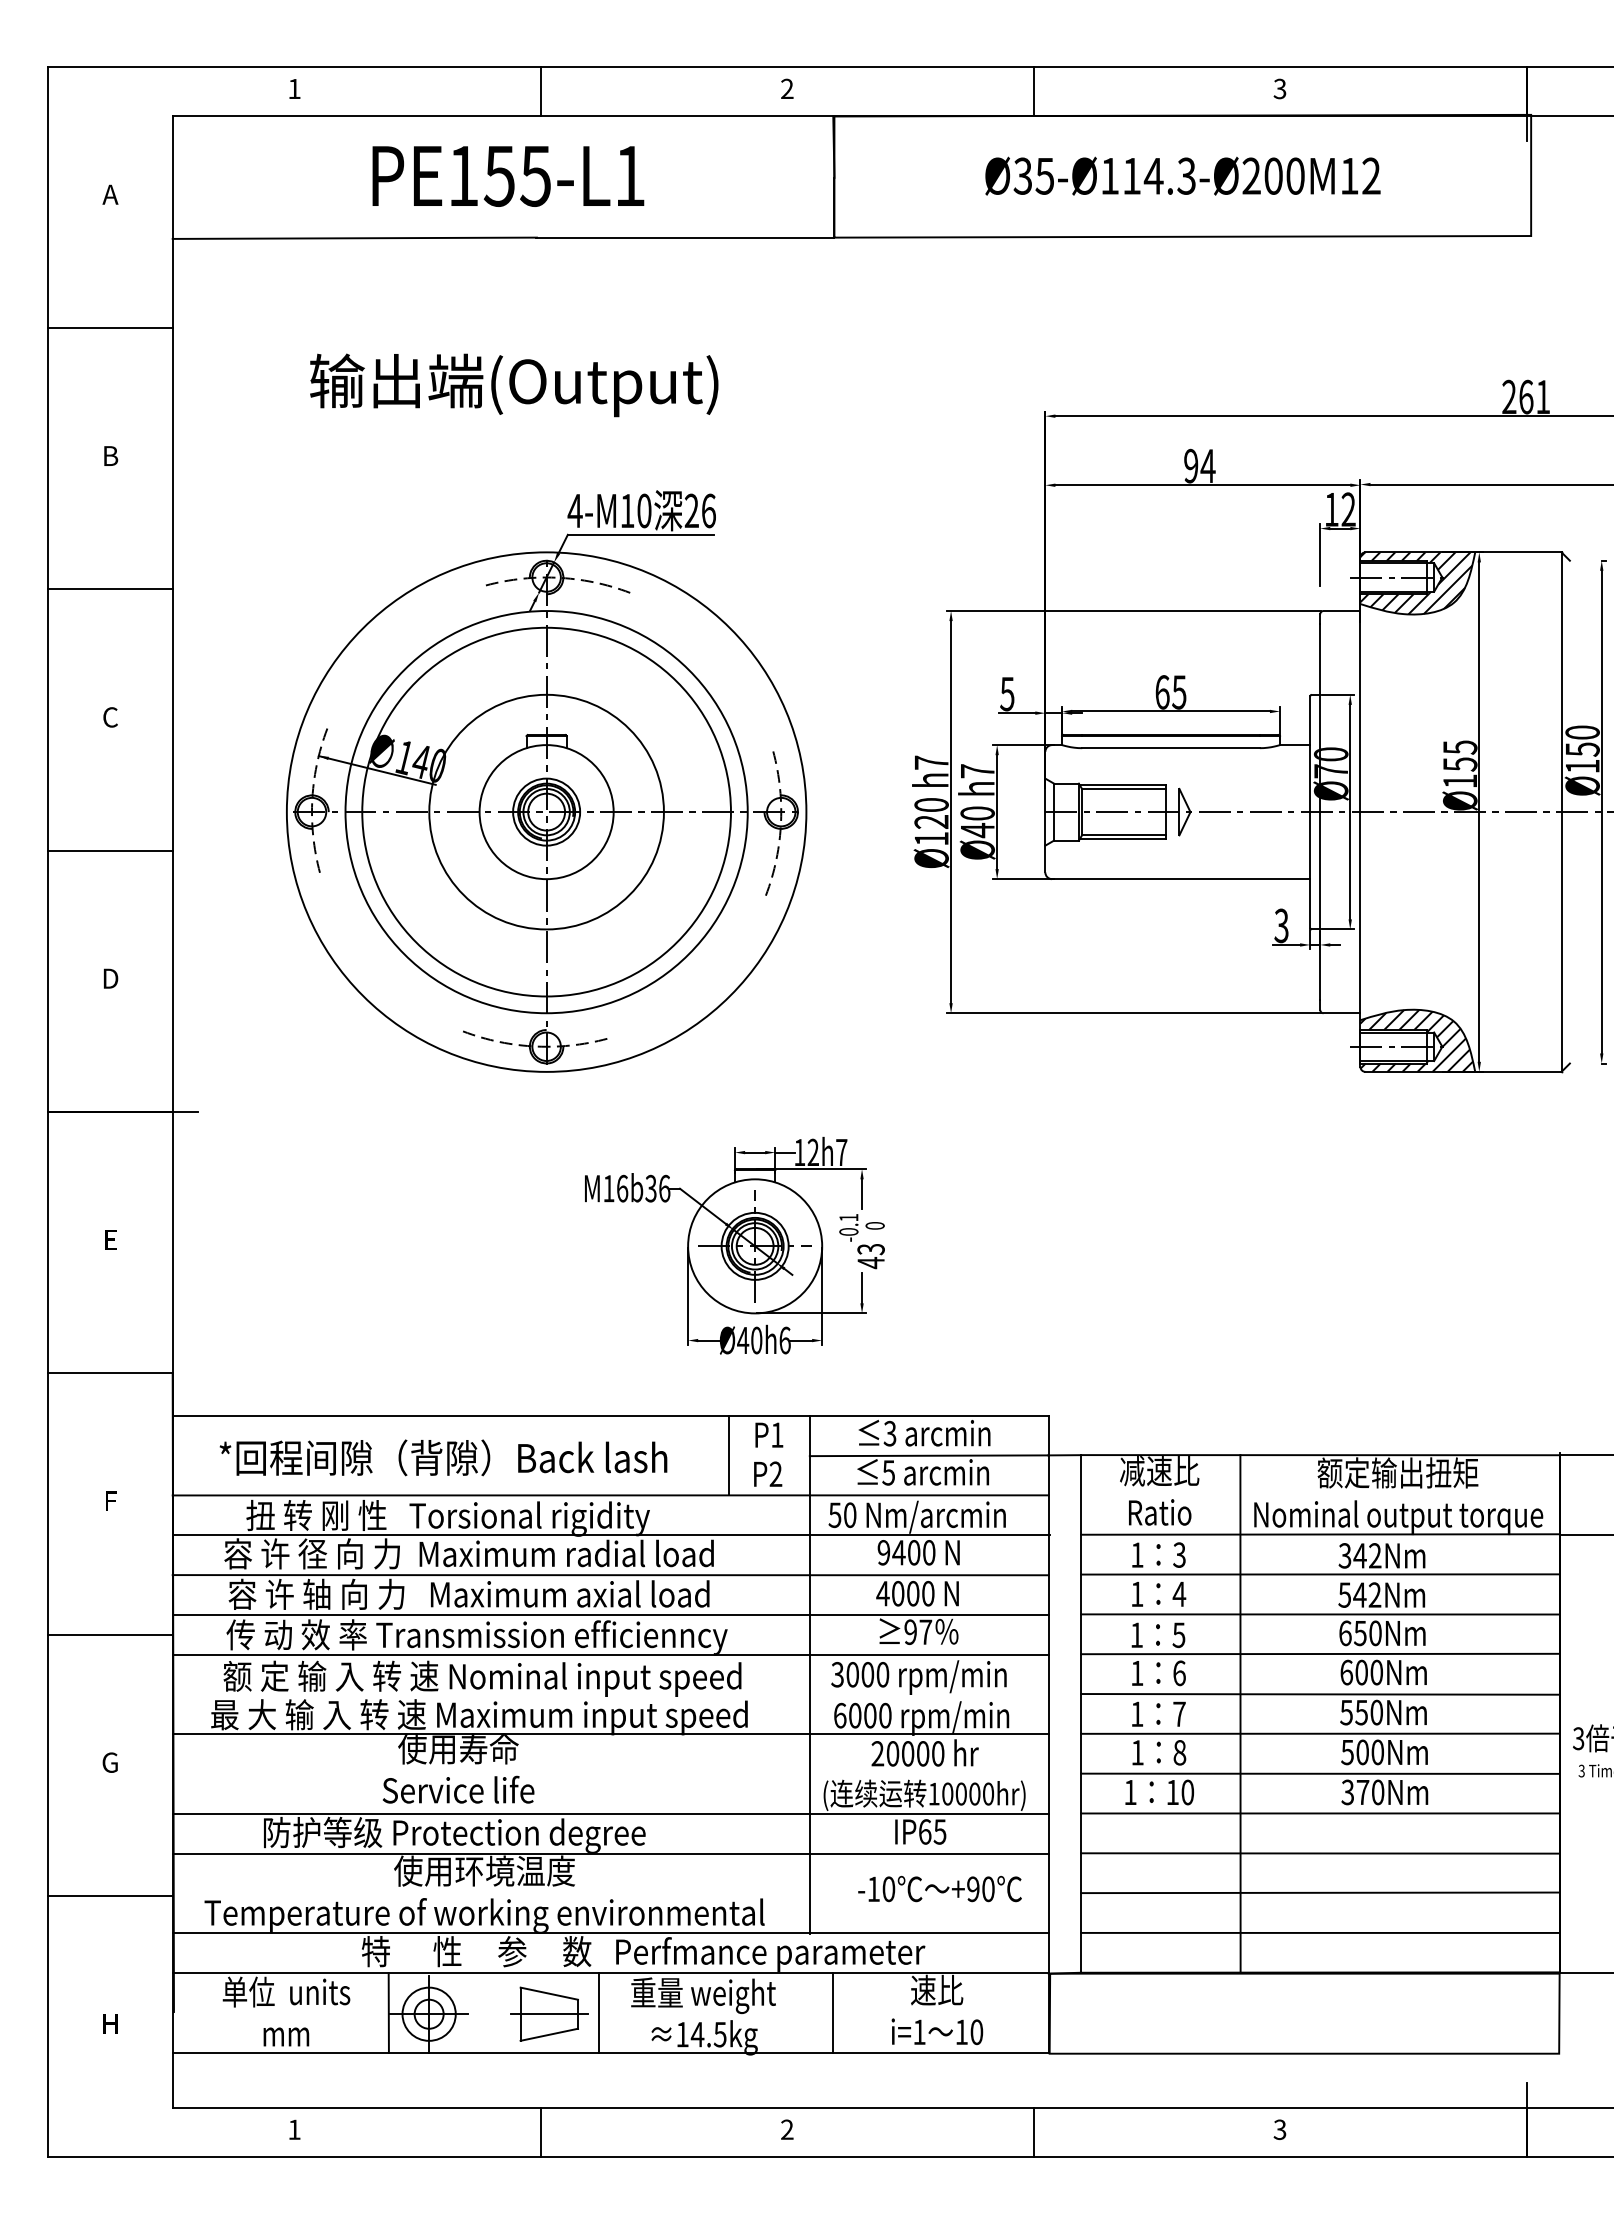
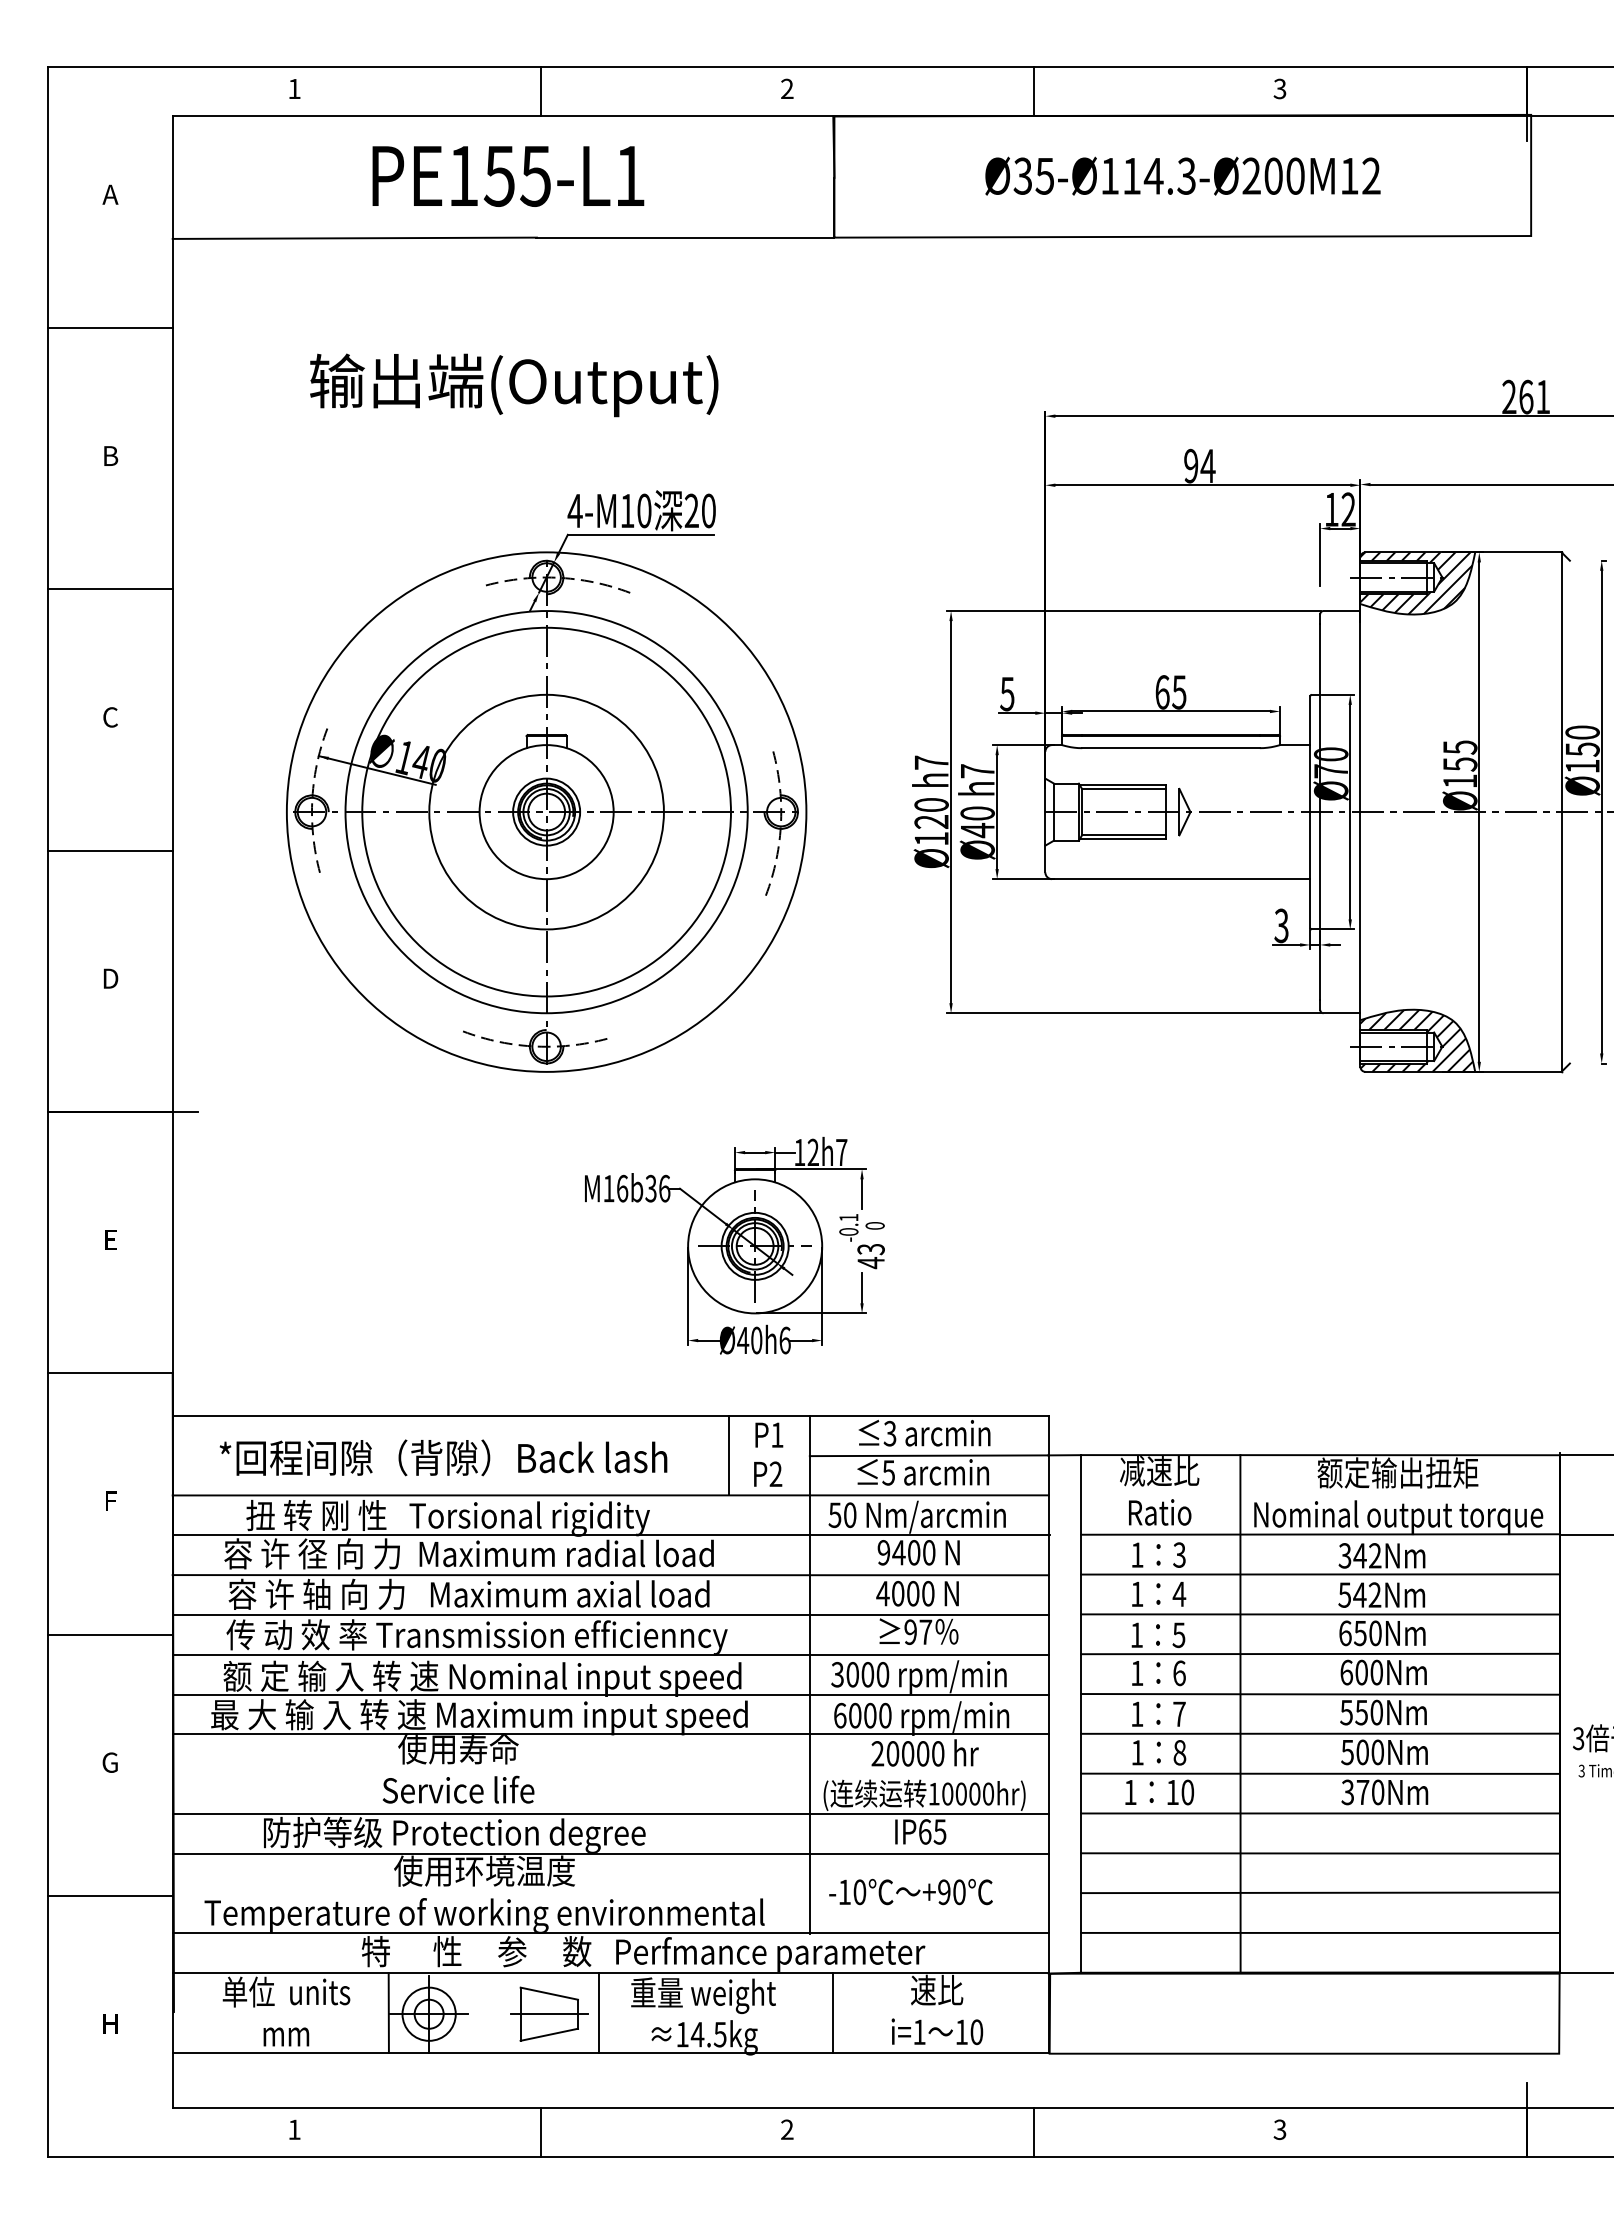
text at (708, 510): 26 -> 20
line at (610, 1694): none -> present
text at (939, 1888) position: (939, 1888) -> (910, 1891)
